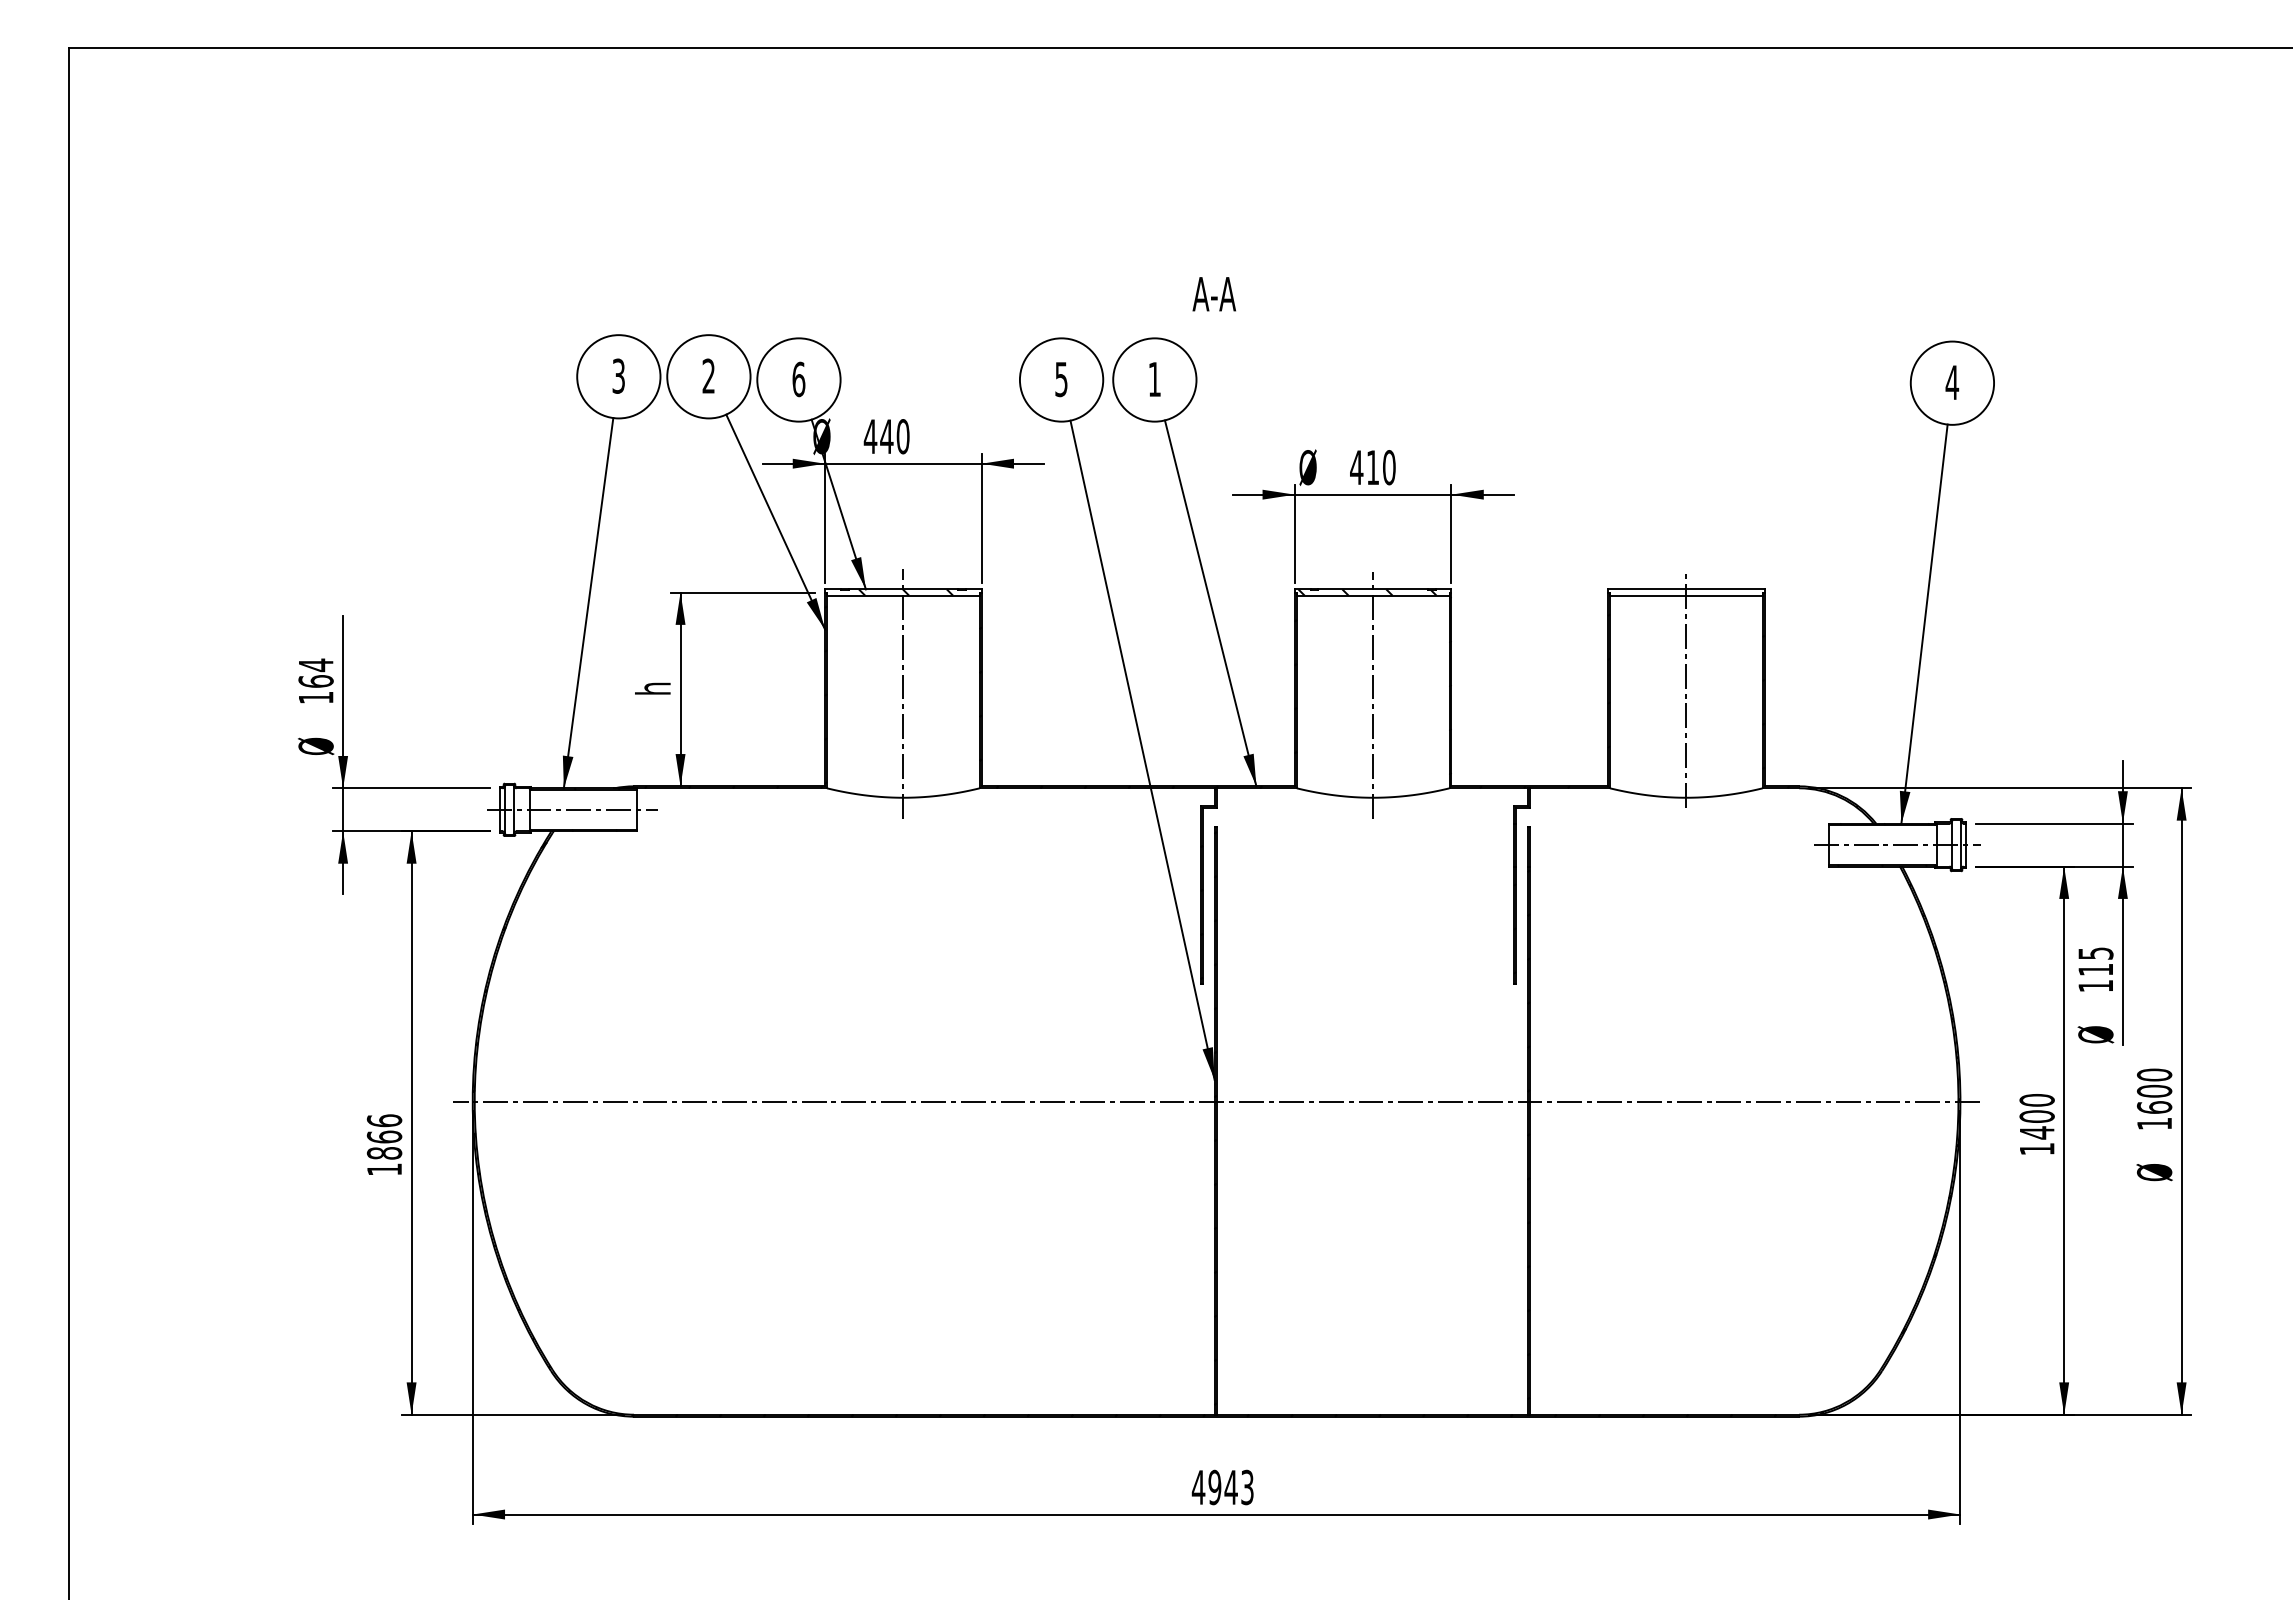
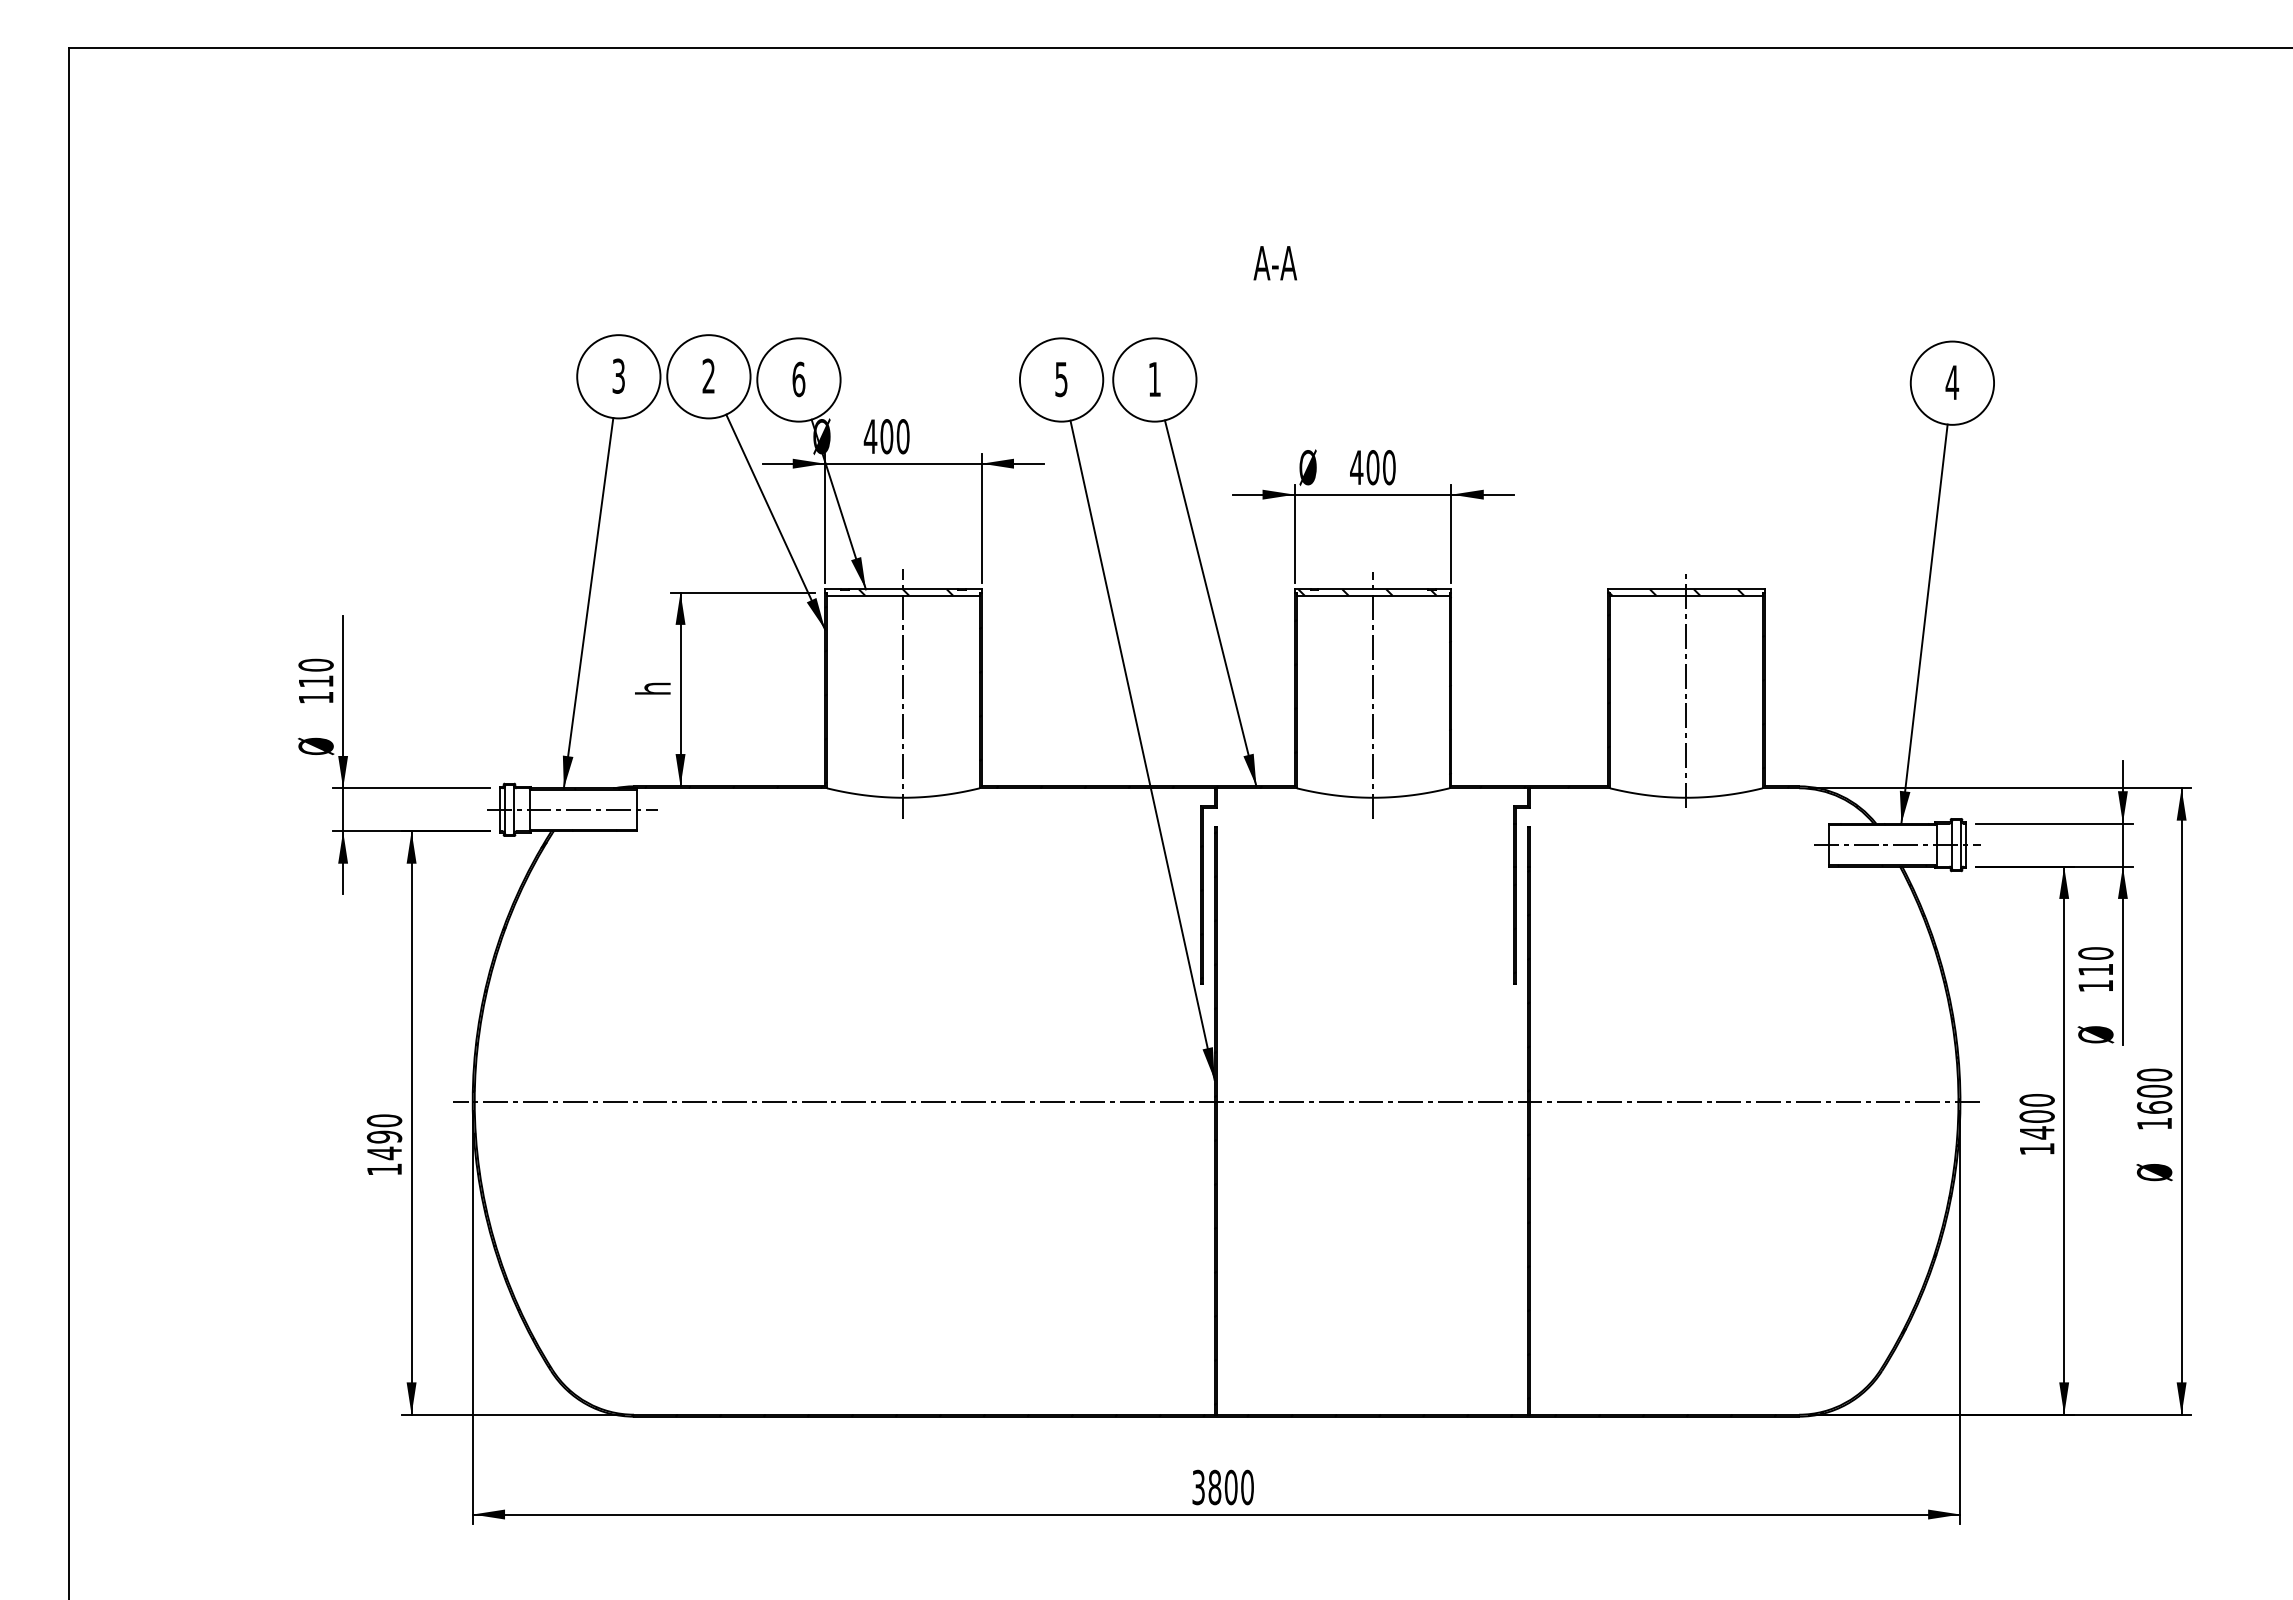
text at (1213, 294) position: (1213, 294) -> (1274, 263)
text at (886, 436): 440 -> 400
text at (1372, 467): 410 -> 400
hatch at (1676, 592): none -> present
text at (315, 672): 164 -> 110
text at (2095, 953): 115 -> 110
text at (384, 1137): 1866 -> 1490
text at (1222, 1487): 4943 -> 3800
